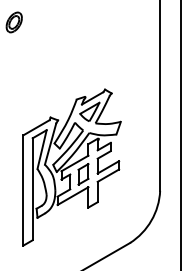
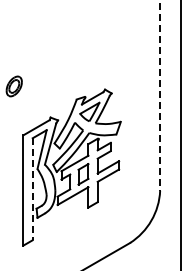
part at (13, 22) position: (13, 22) -> (13, 86)
line at (160, 95): solid -> dashed
line at (32, 189): solid -> dashed
